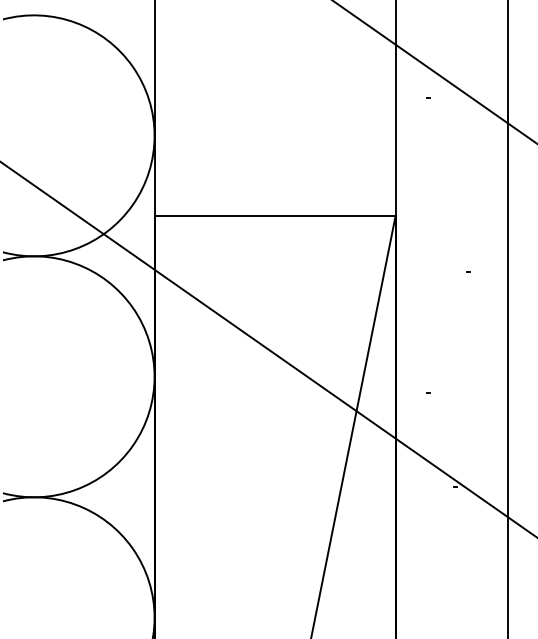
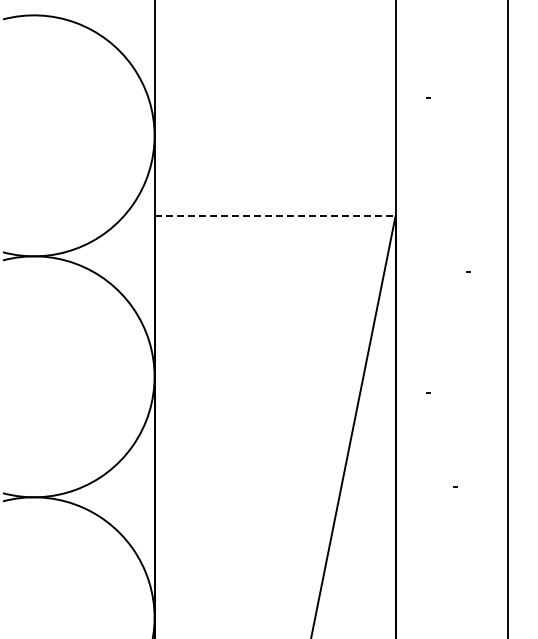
line at (434, 71): present -> none
line at (275, 216): solid -> dashed
line at (268, 349): present -> none
